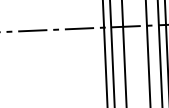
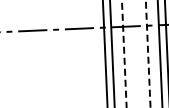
line at (124, 54): solid -> dashed
line at (148, 54): solid -> dashed
